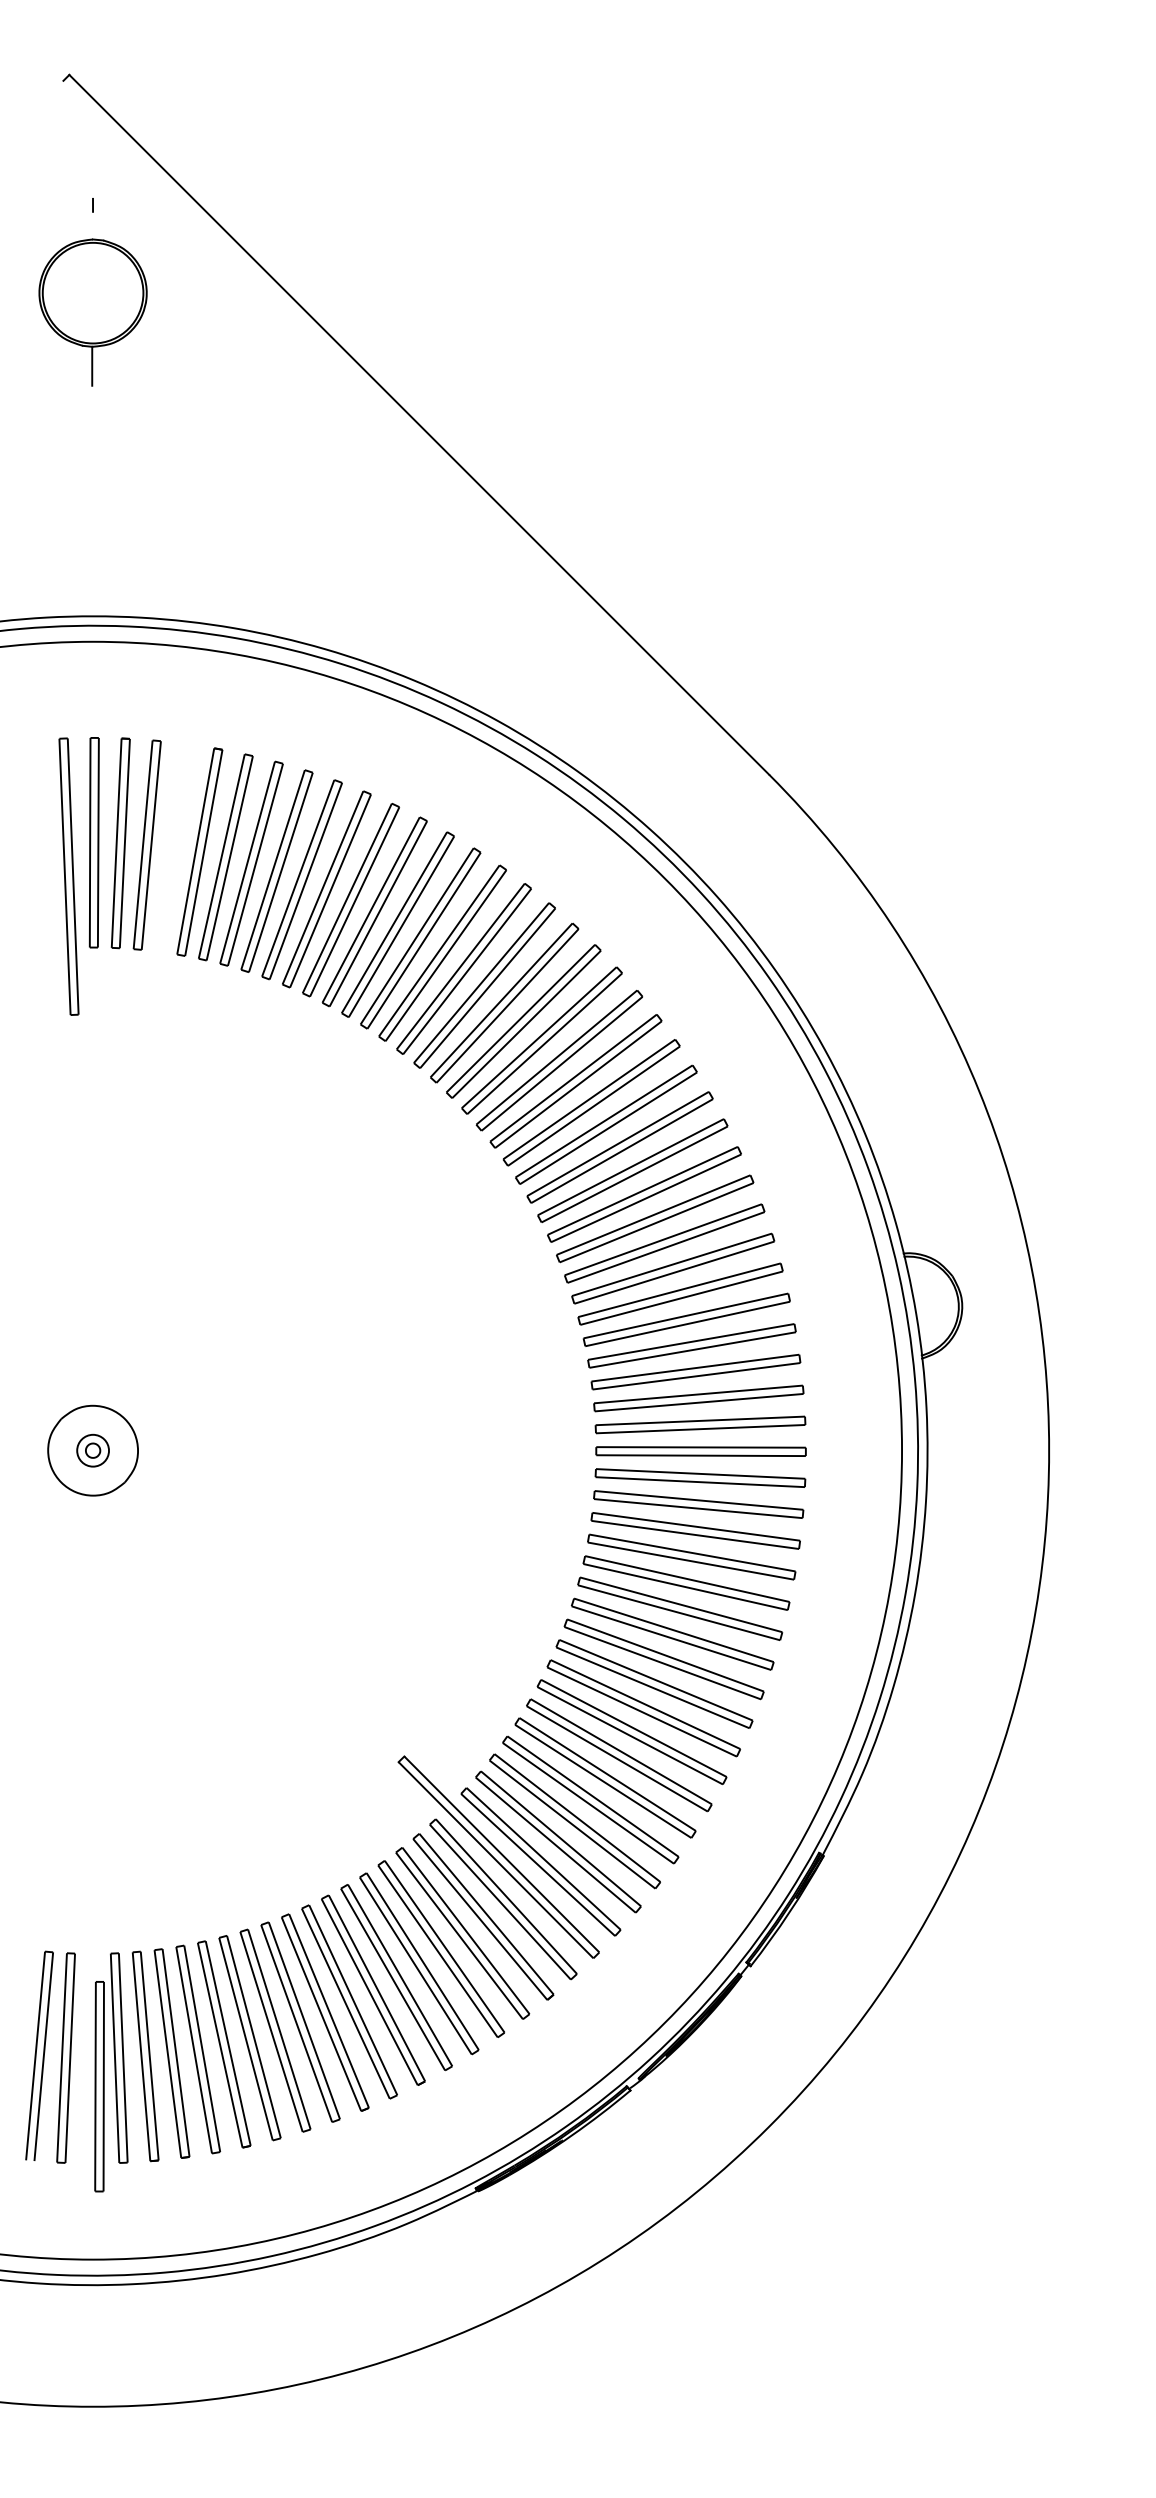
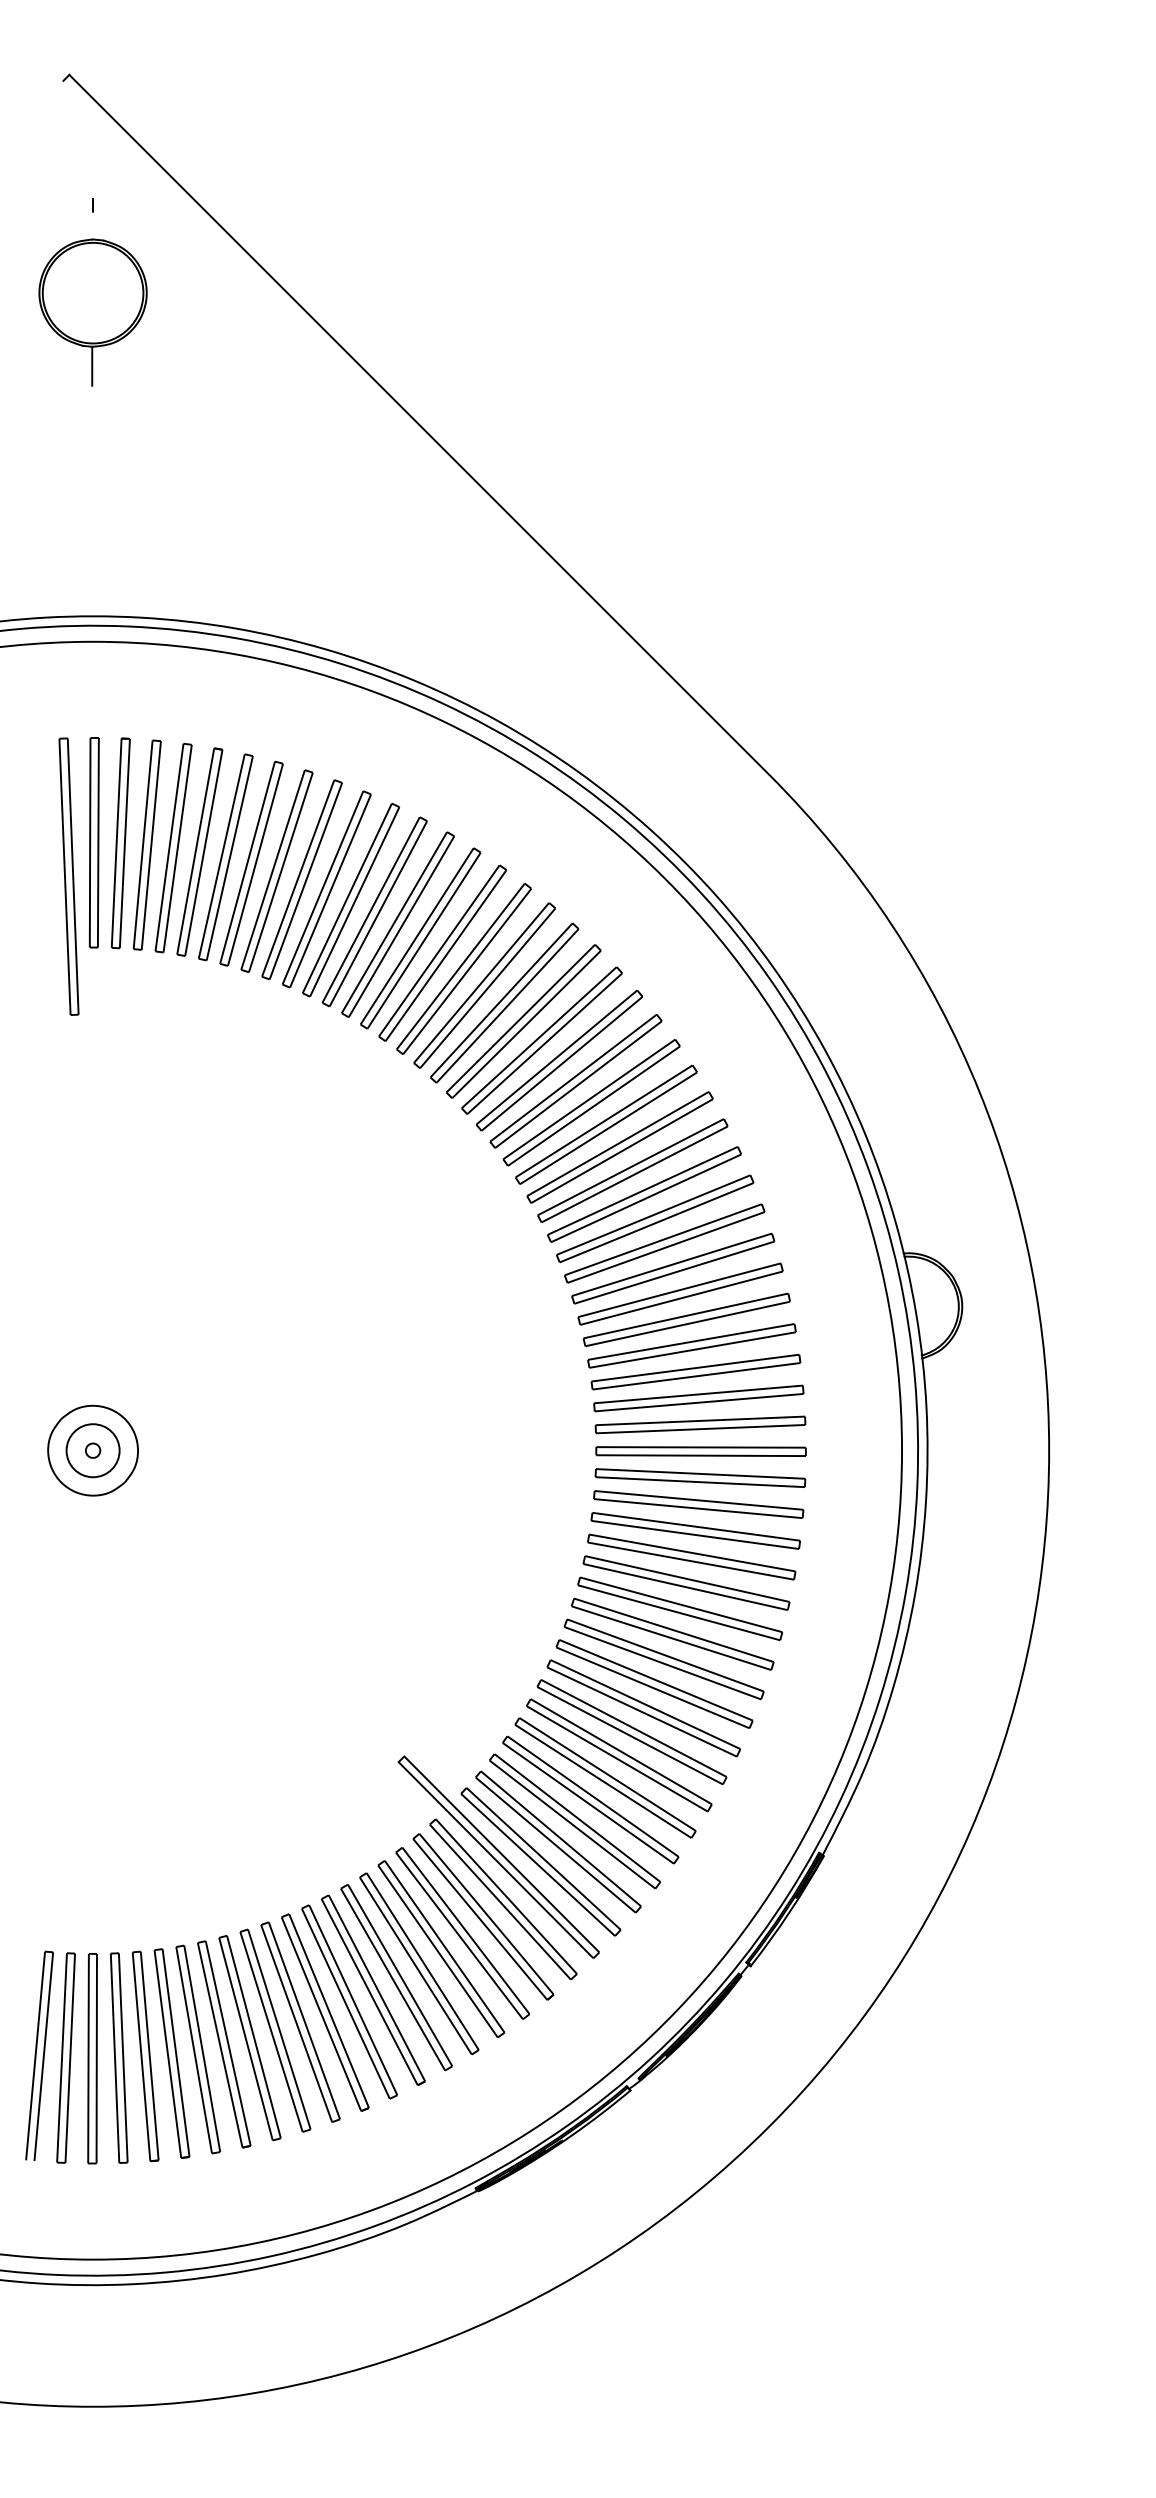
part at (173, 847): none -> present
circle at (93, 1450) diameter: 32 px -> 53 px
part at (99, 2086) position: (99, 2086) -> (92, 2058)
